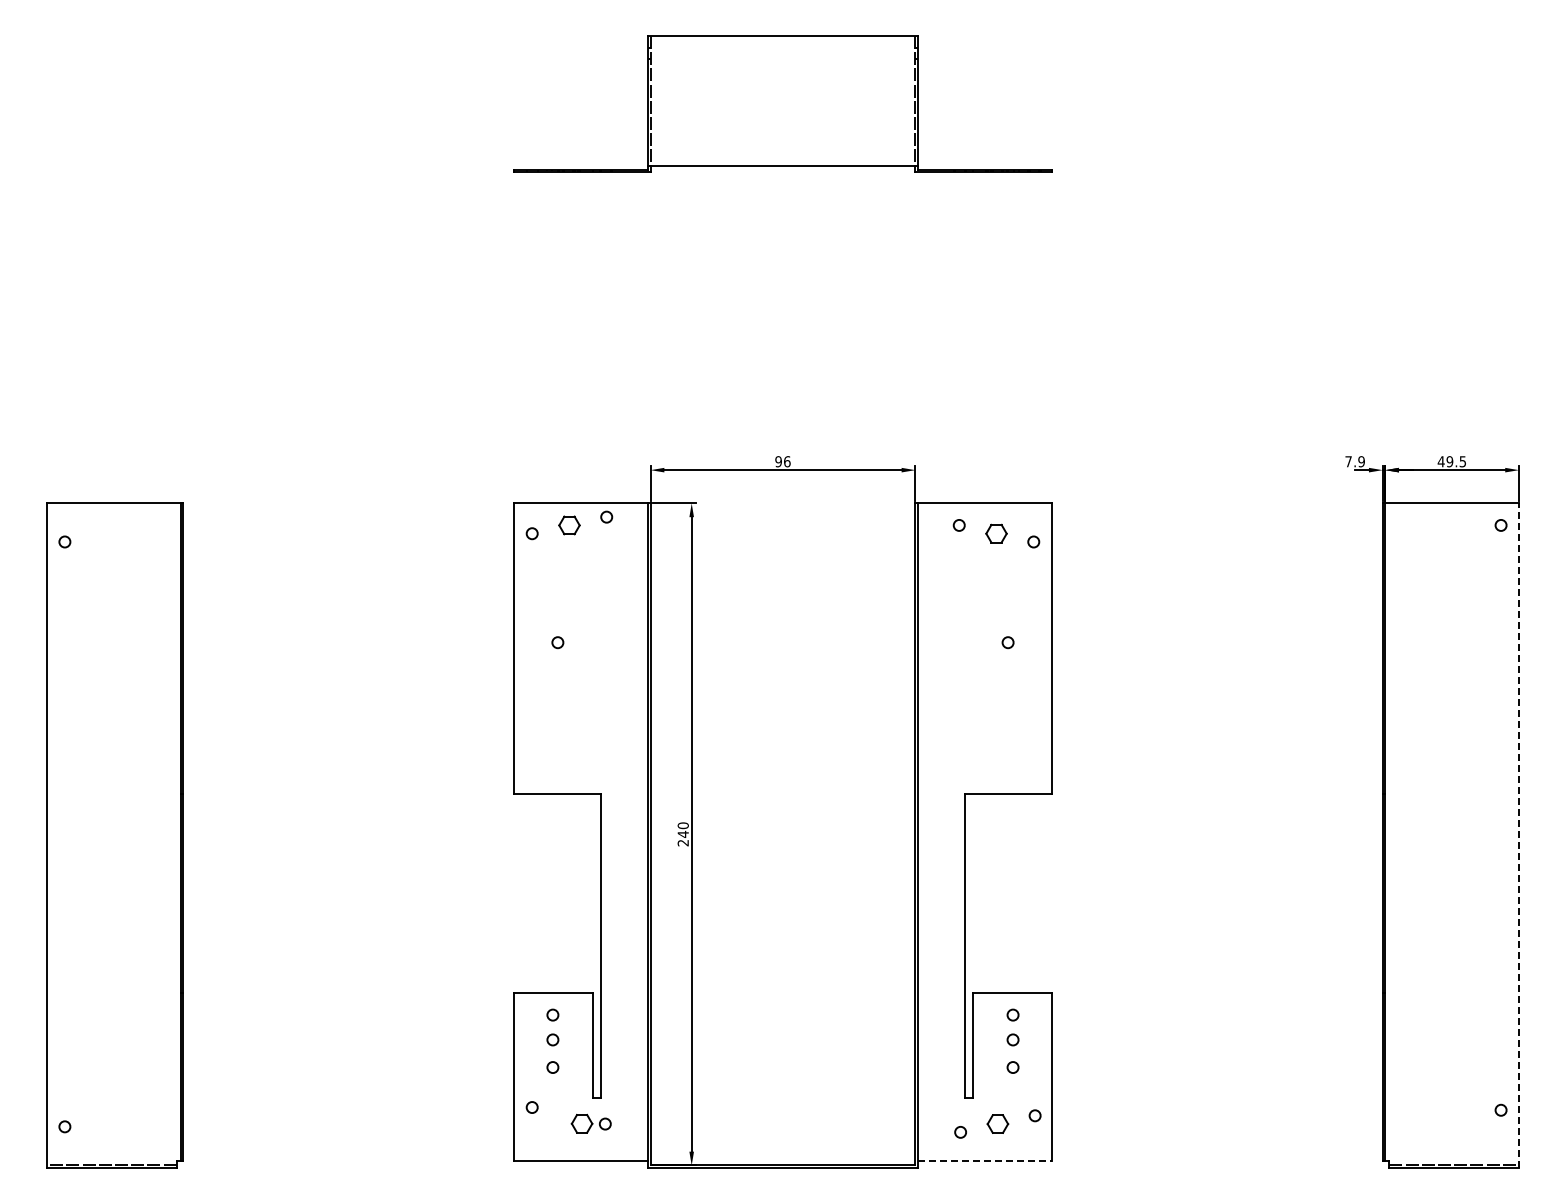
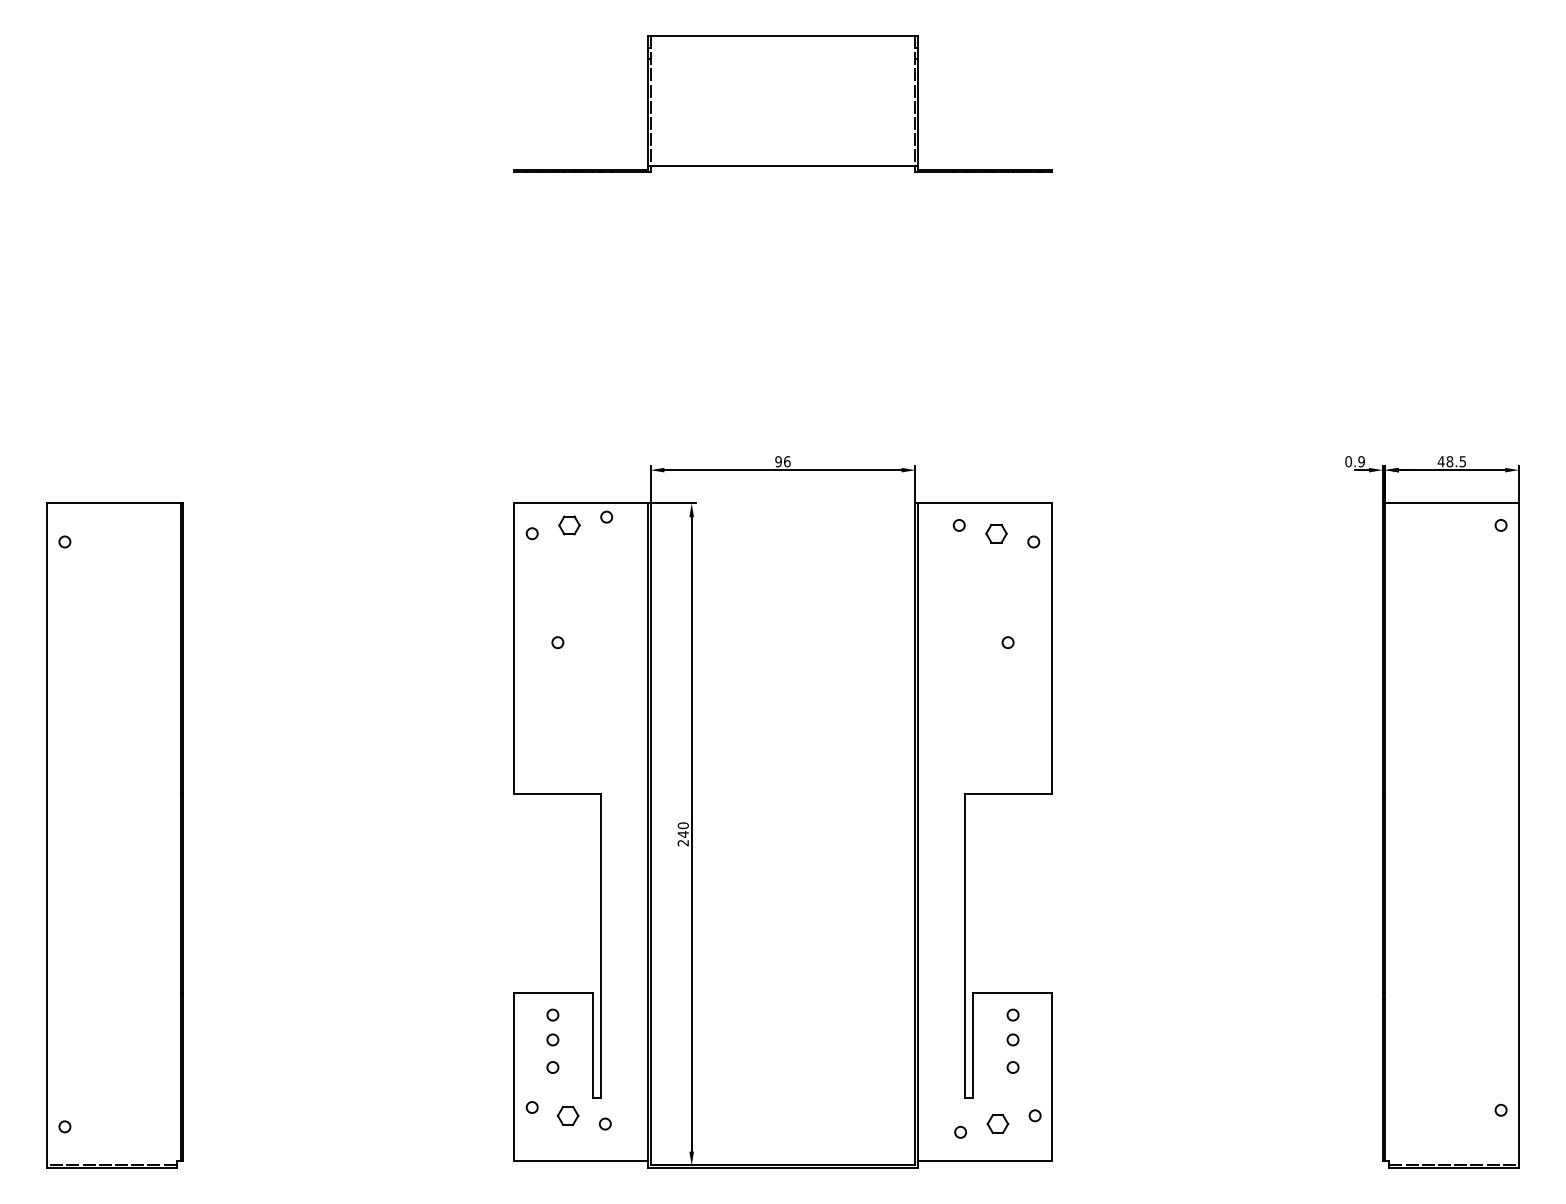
text at (1348, 461): 7.9 -> 0.9
text at (1449, 461): 49.5 -> 48.5
line at (1519, 835): dashed -> solid
part at (581, 1123) position: (581, 1123) -> (567, 1115)
line at (984, 1161): dashed -> solid
